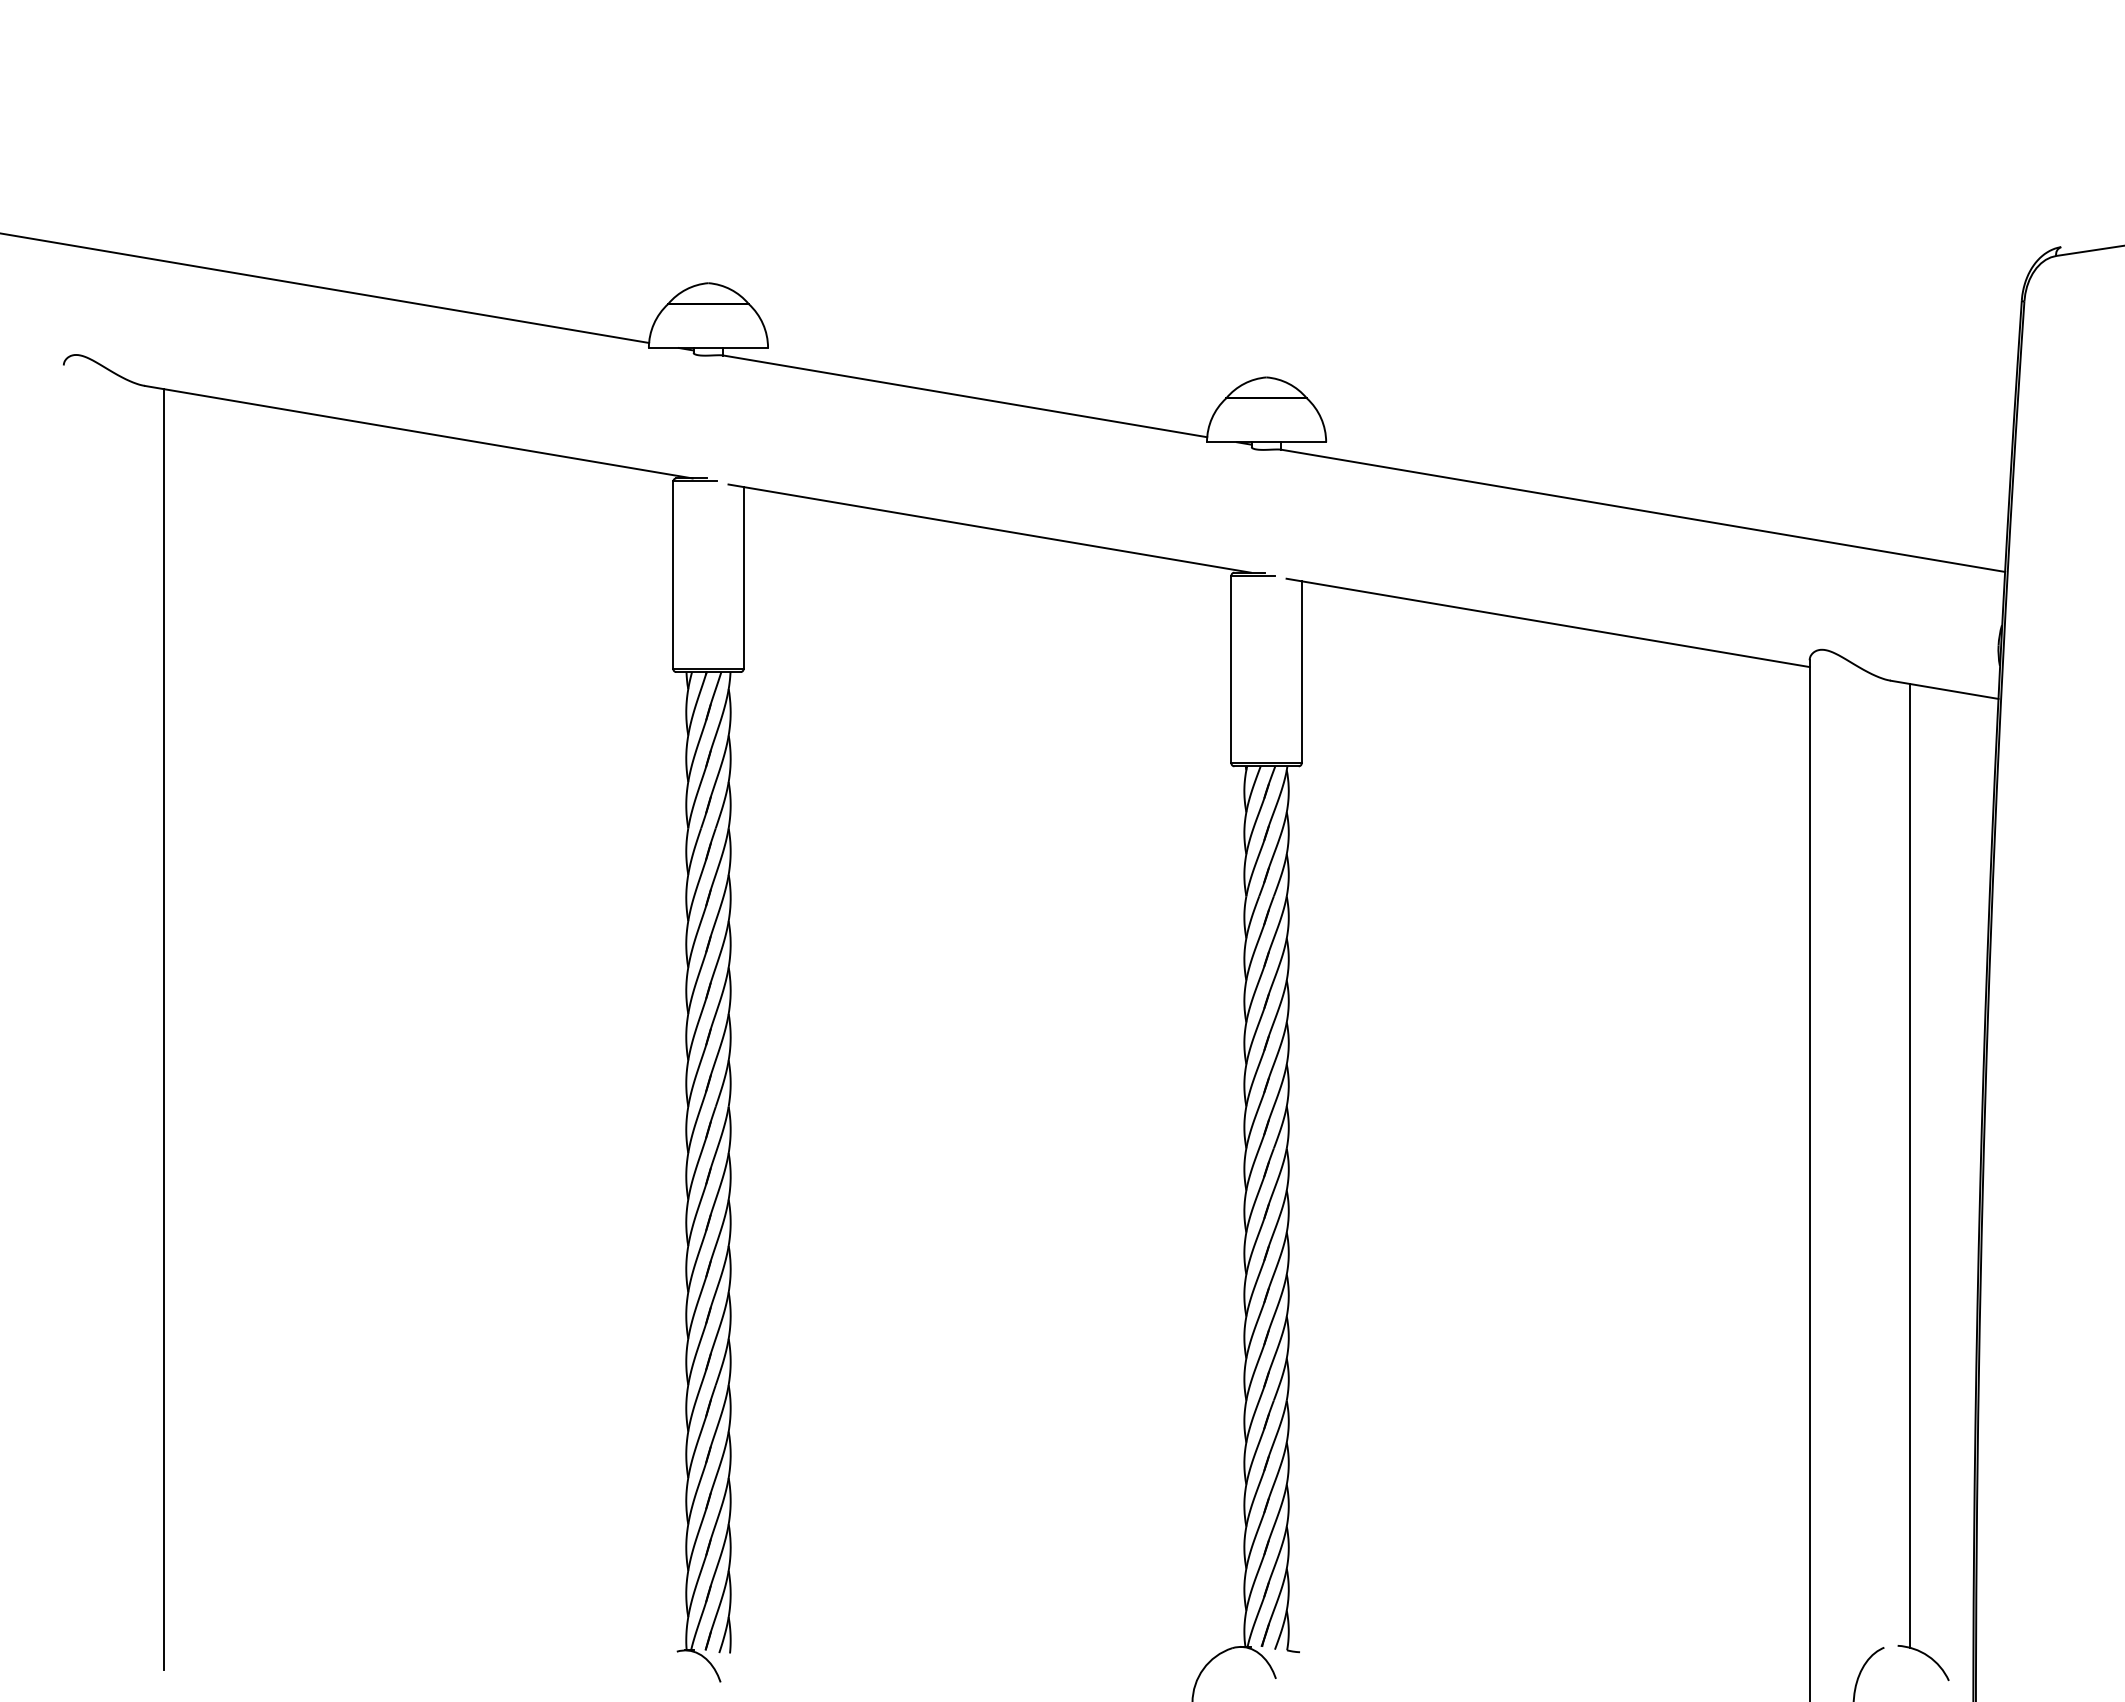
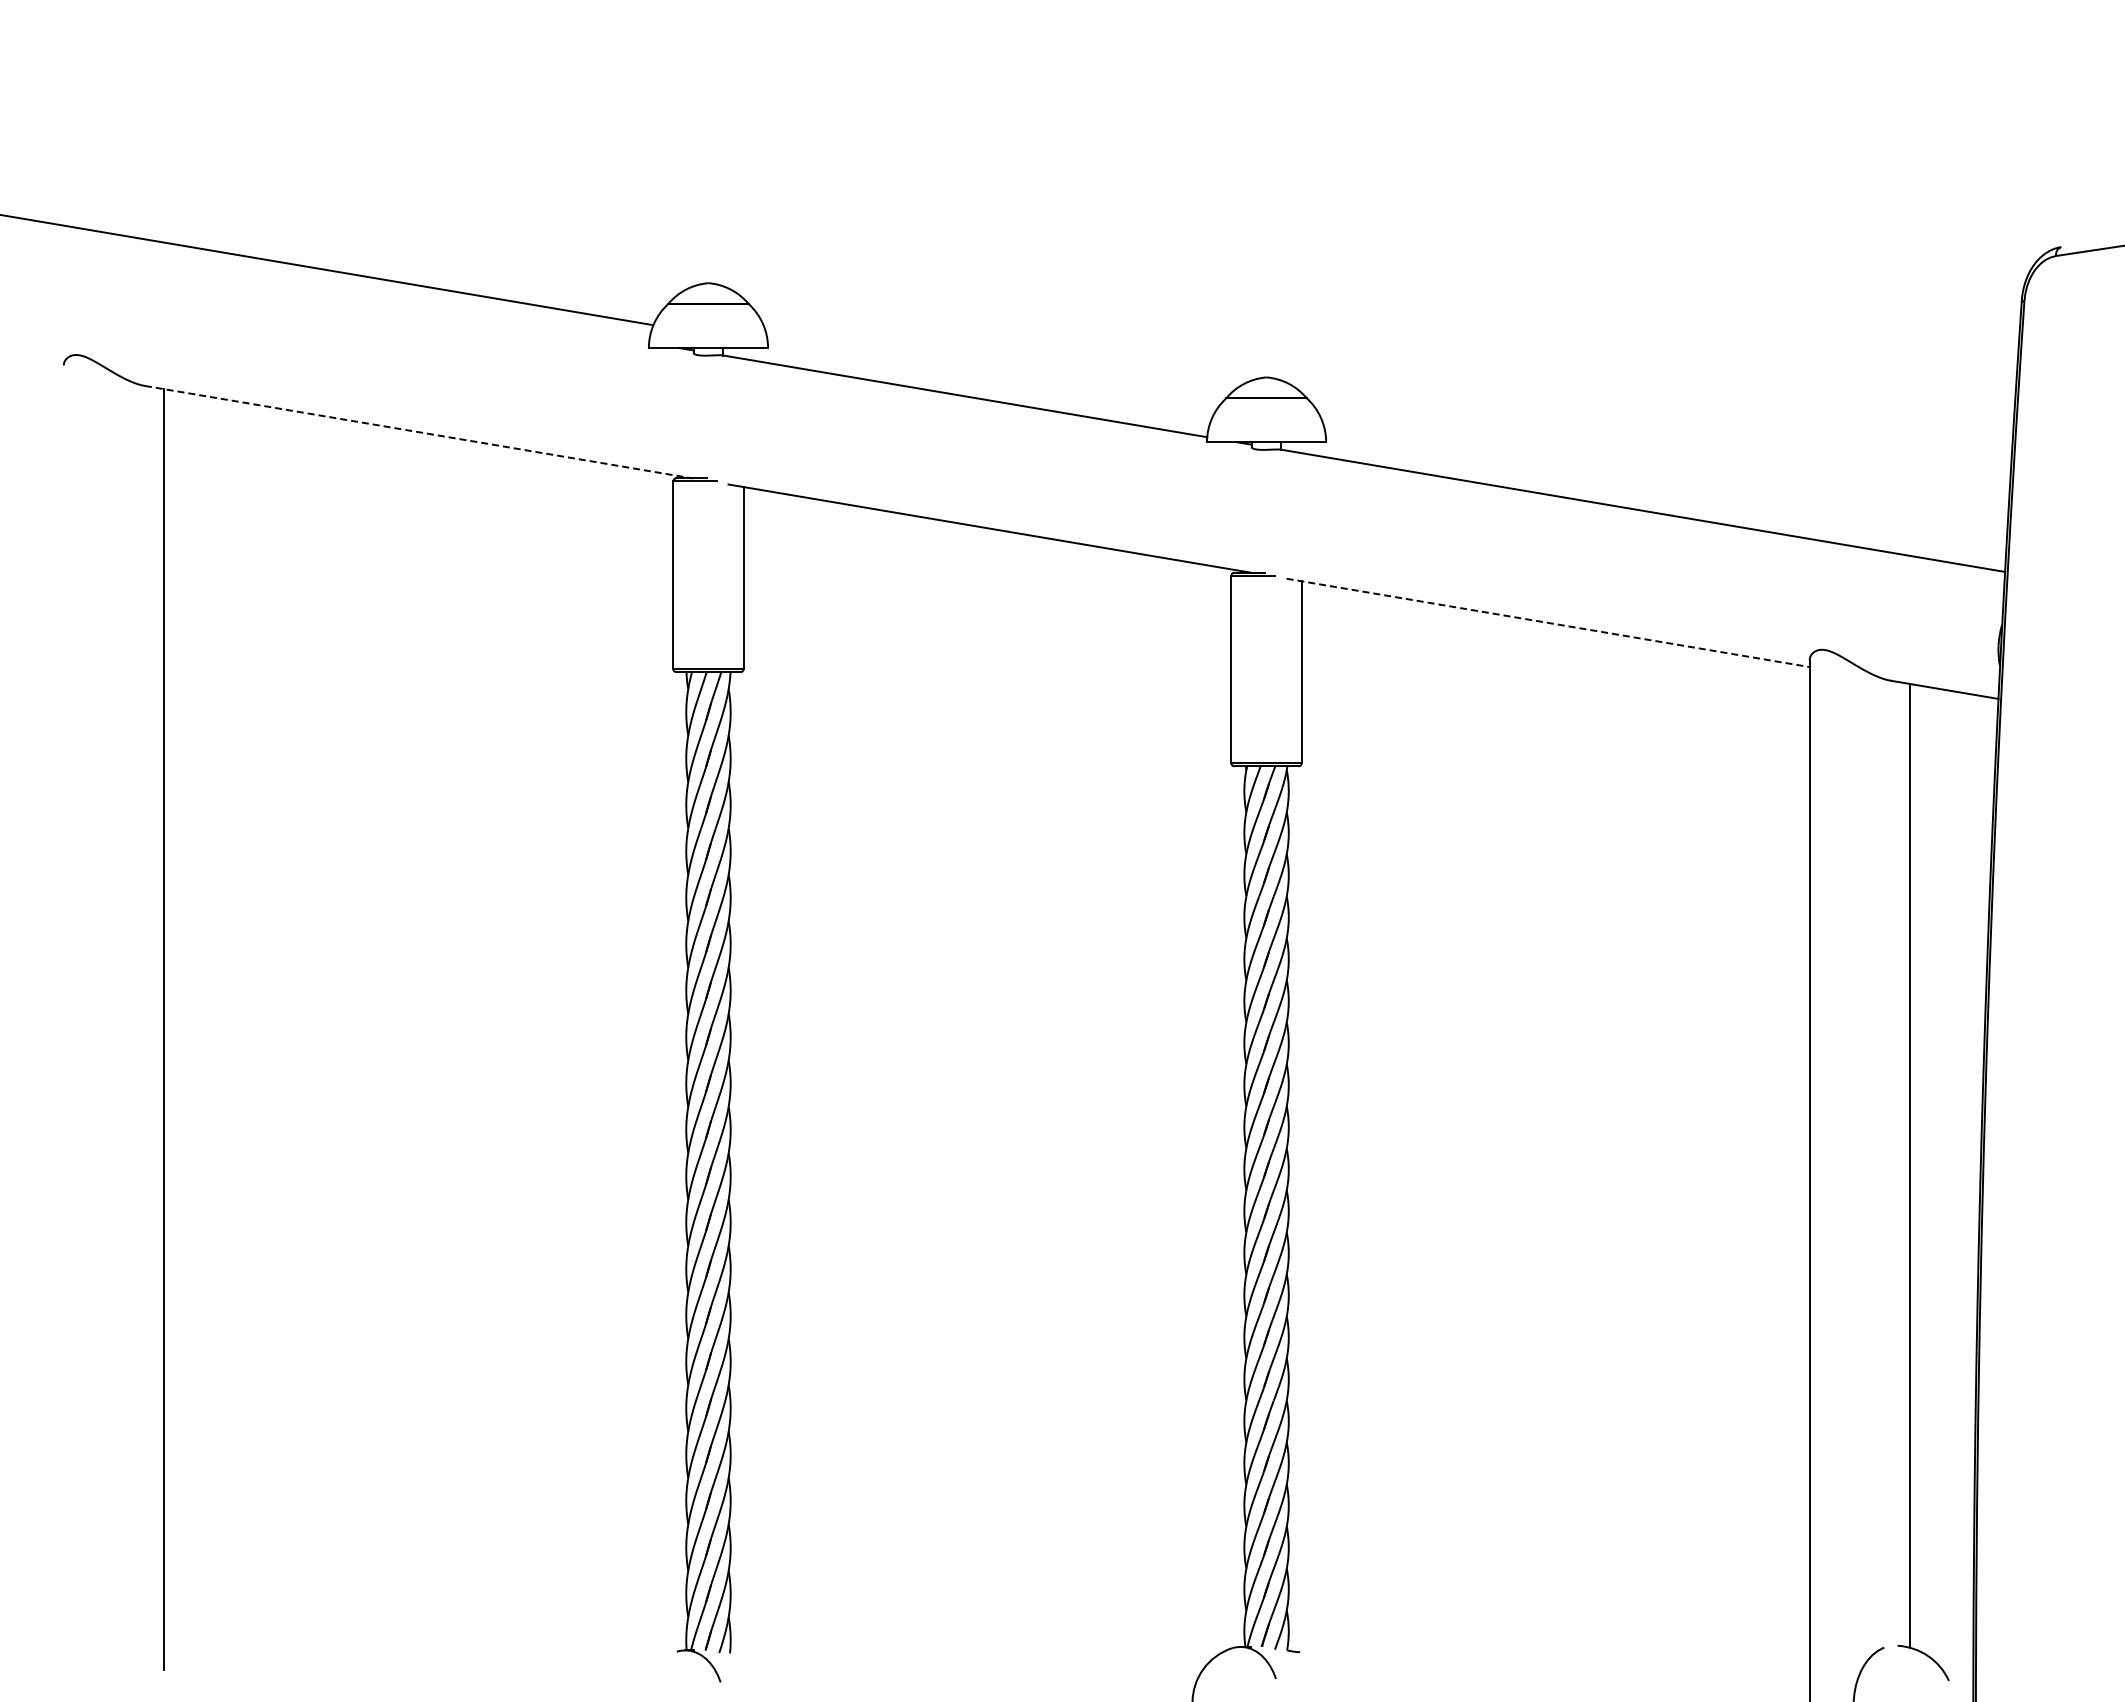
line at (325, 287) position: (325, 287) -> (327, 269)
line at (418, 432): solid -> dashed
line at (1548, 622): solid -> dashed
